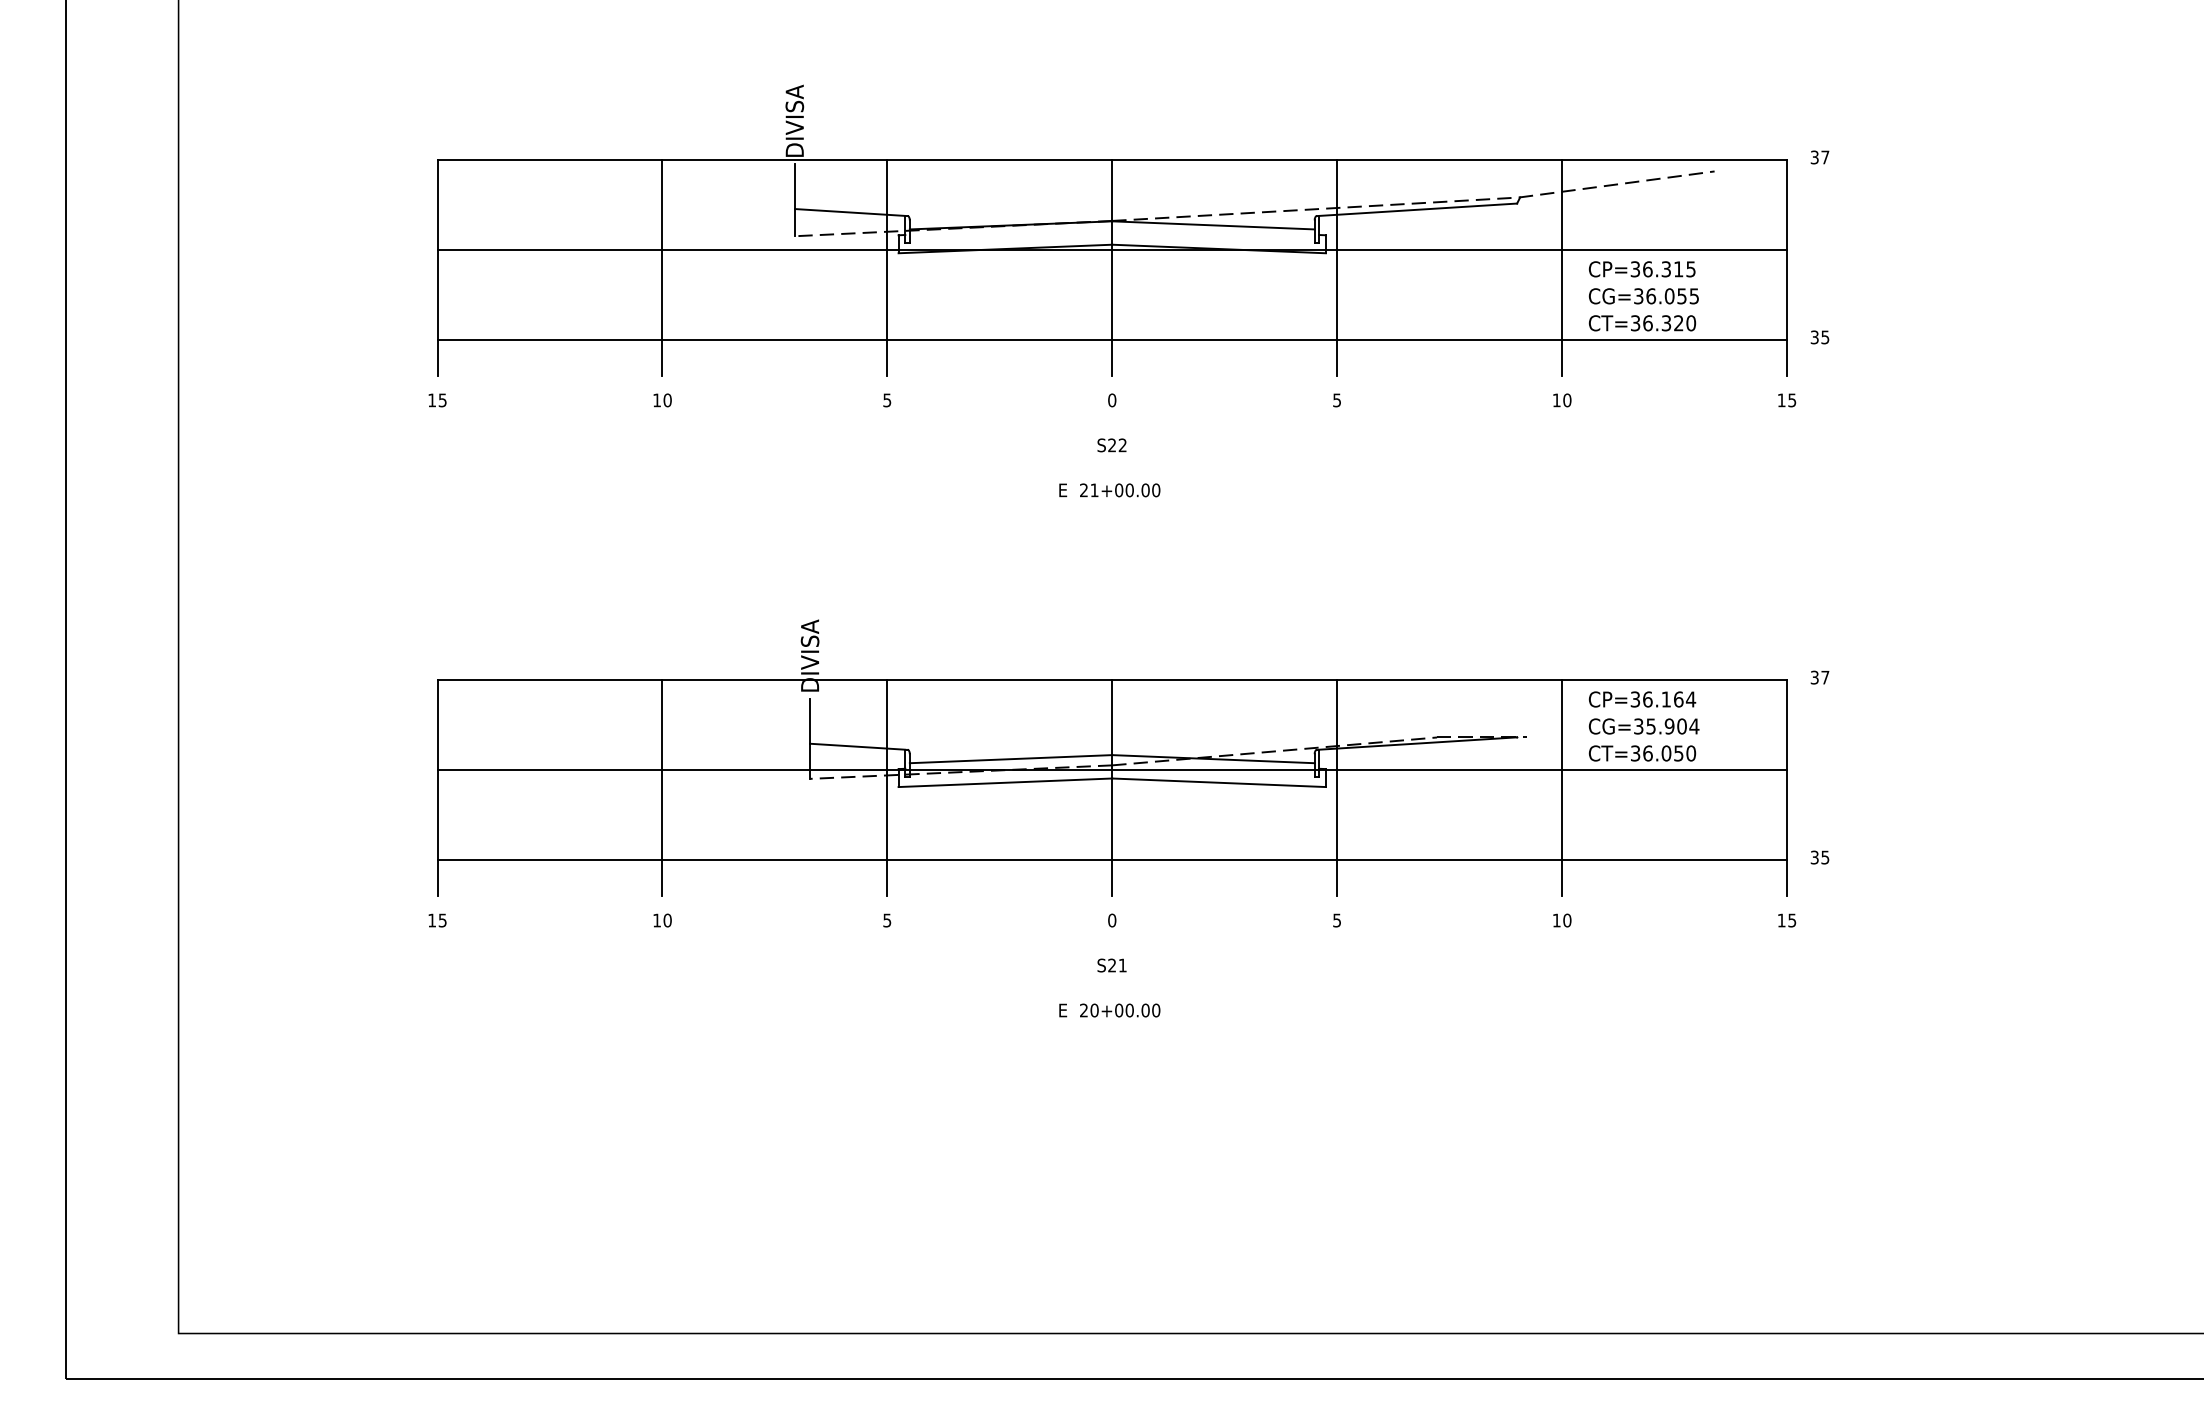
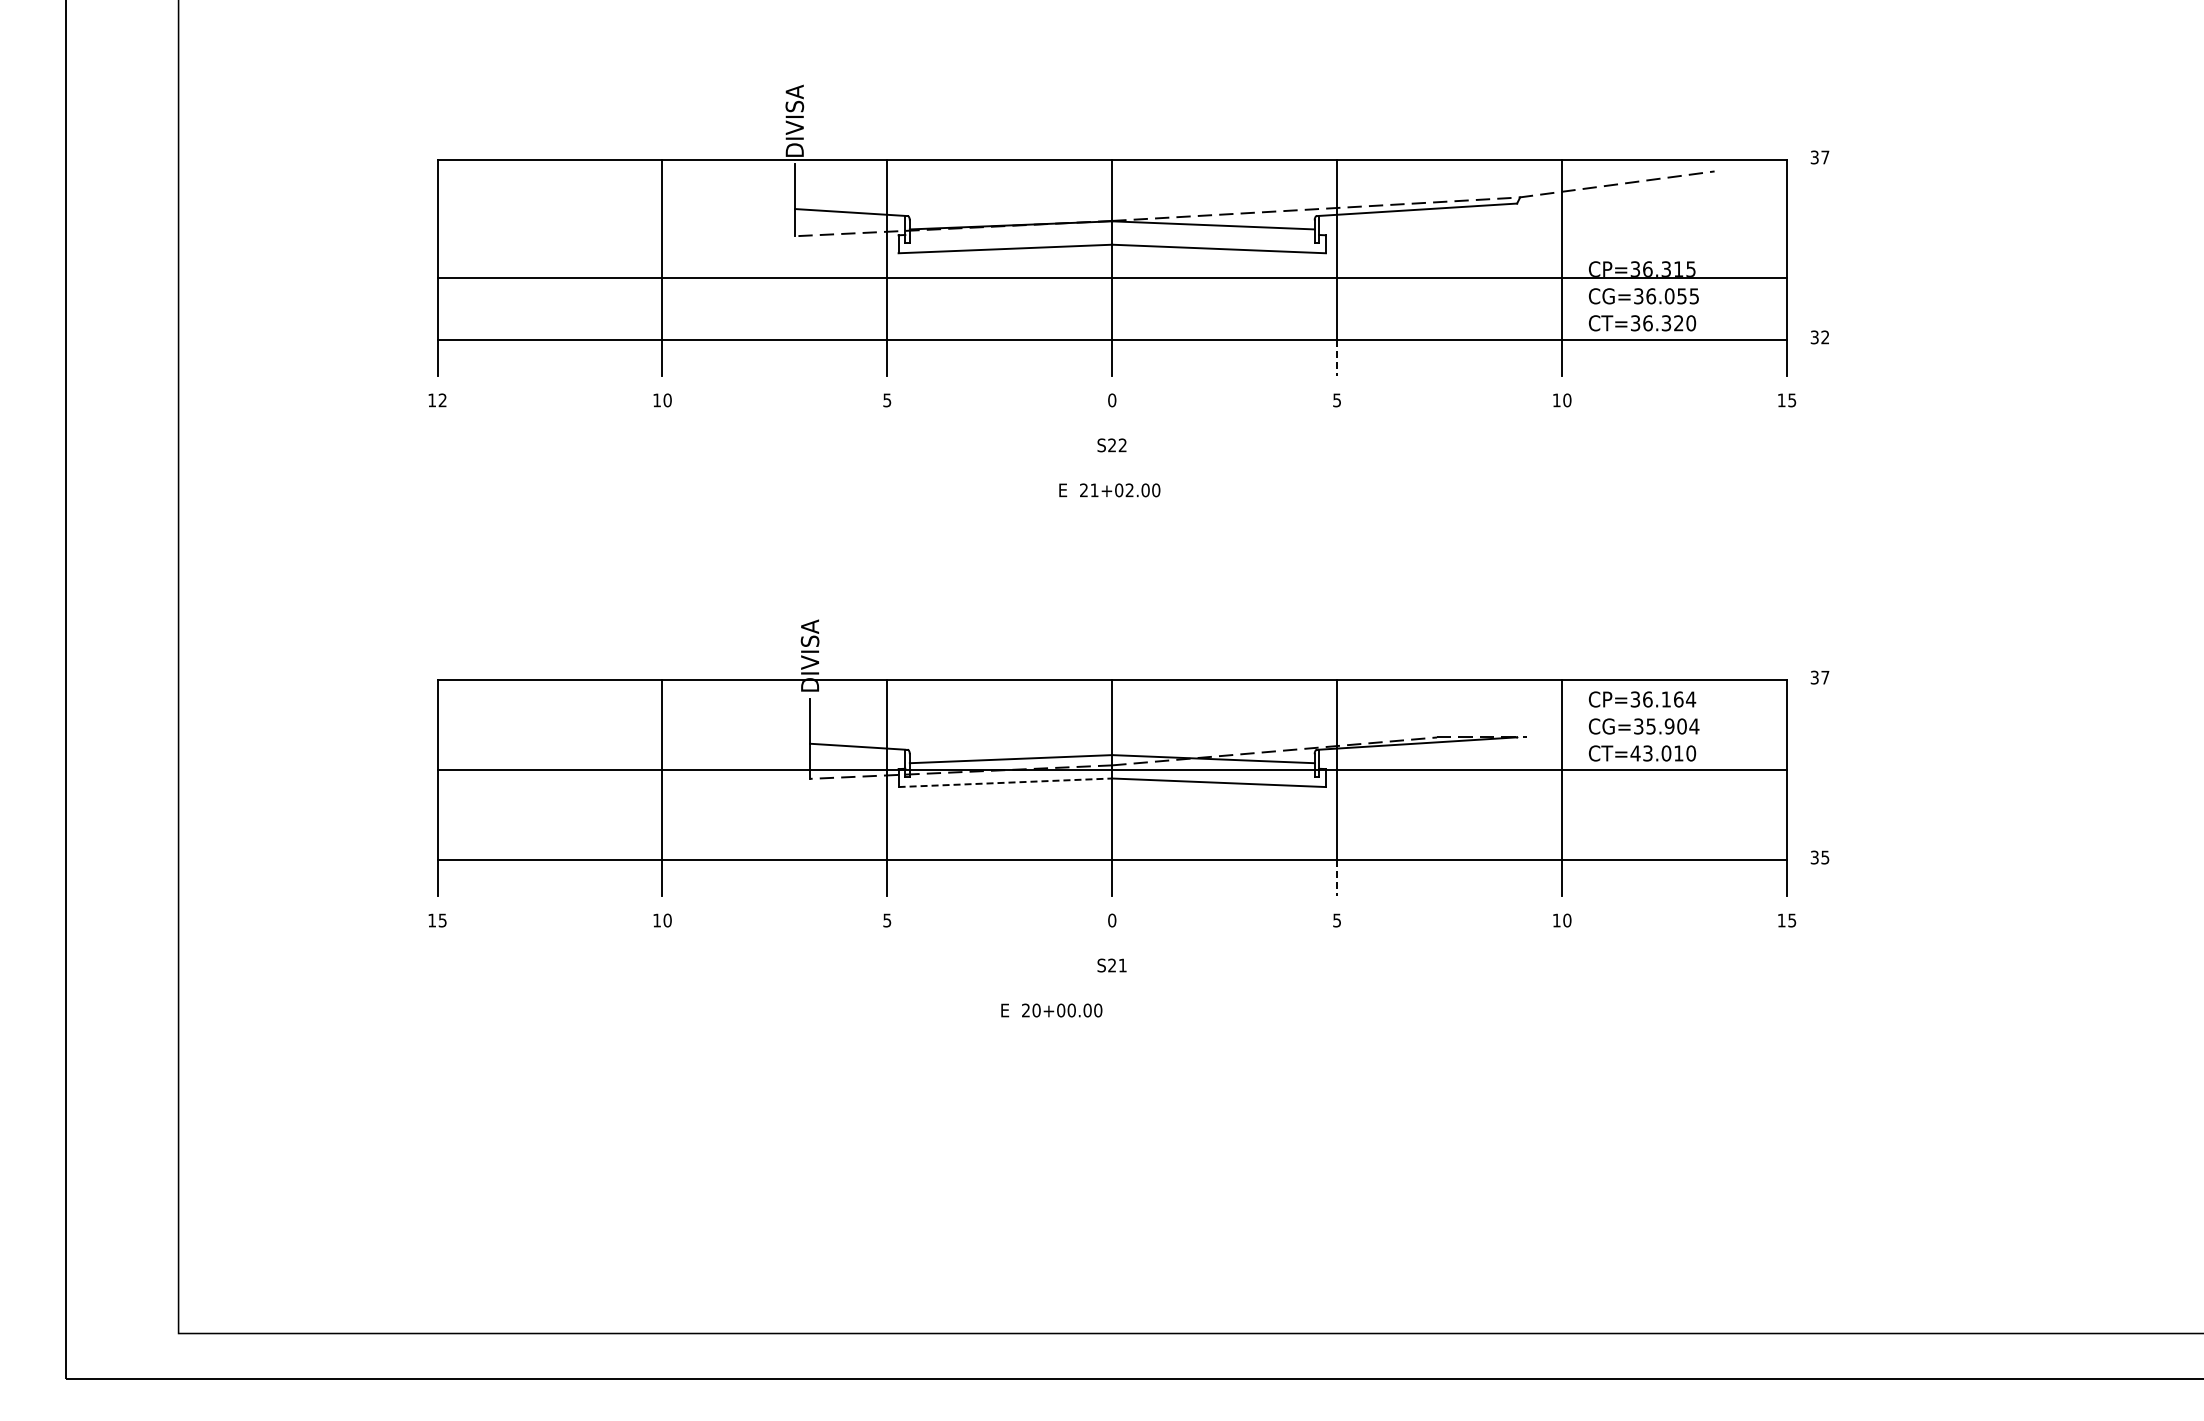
line at (1112, 249) position: (1112, 249) -> (1112, 277)
text at (1825, 337): 35 -> 32
line at (1337, 357): solid -> dashed
text at (442, 400): 15 -> 12
text at (1129, 490): 21+00.00 -> 21+02.00
text at (1656, 753): CT=36.050 -> CT=43.010
line at (1005, 782): solid -> dashed
line at (1337, 877): solid -> dashed
text at (1109, 1010) position: (1109, 1010) -> (1051, 1010)
